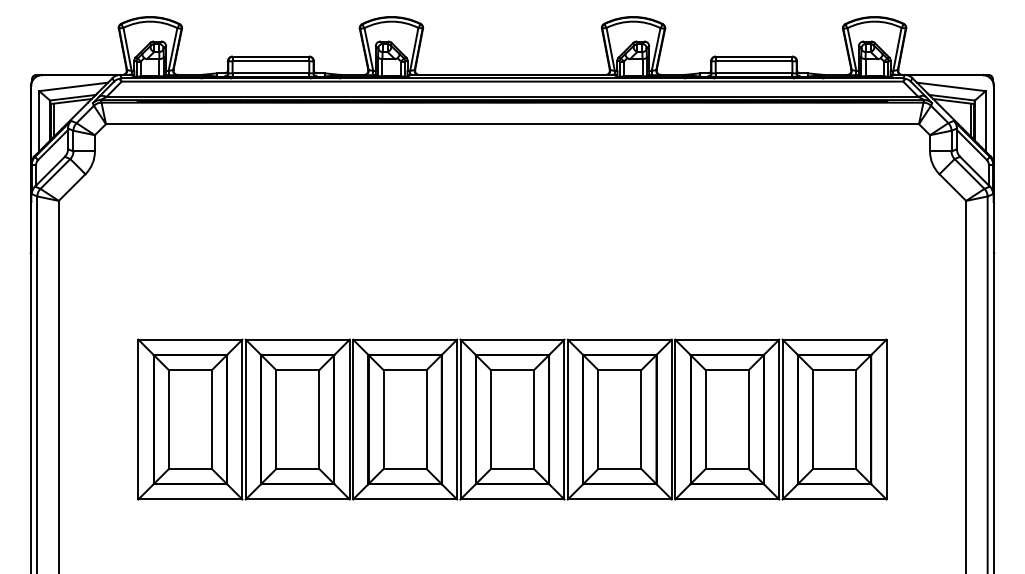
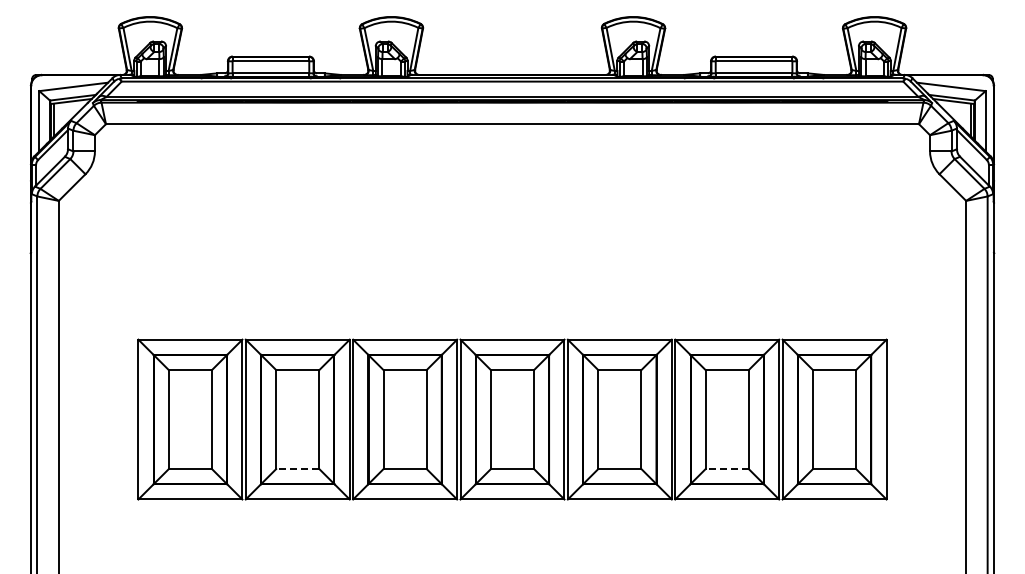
line at (297, 469): solid -> dashed
line at (727, 469): solid -> dashed
